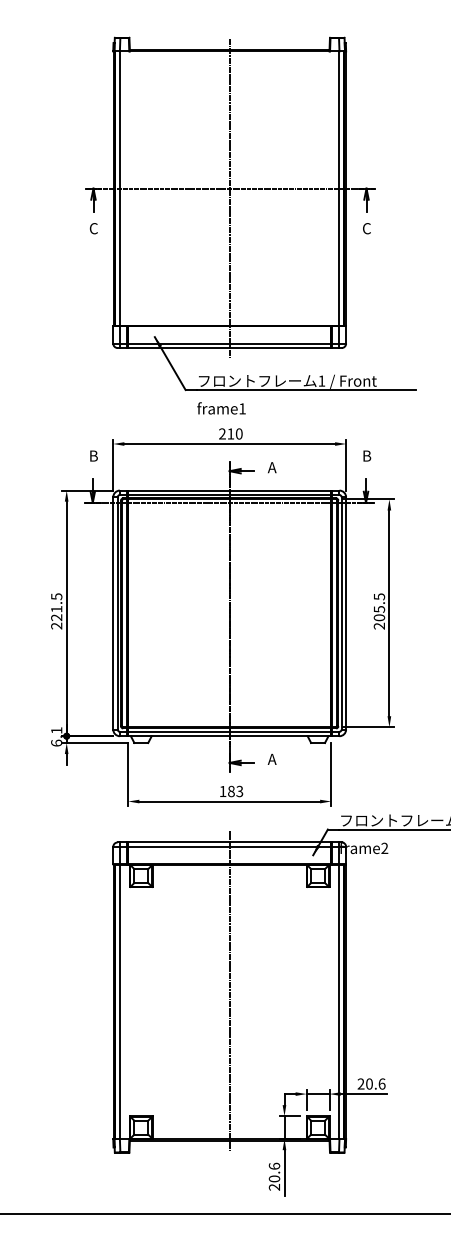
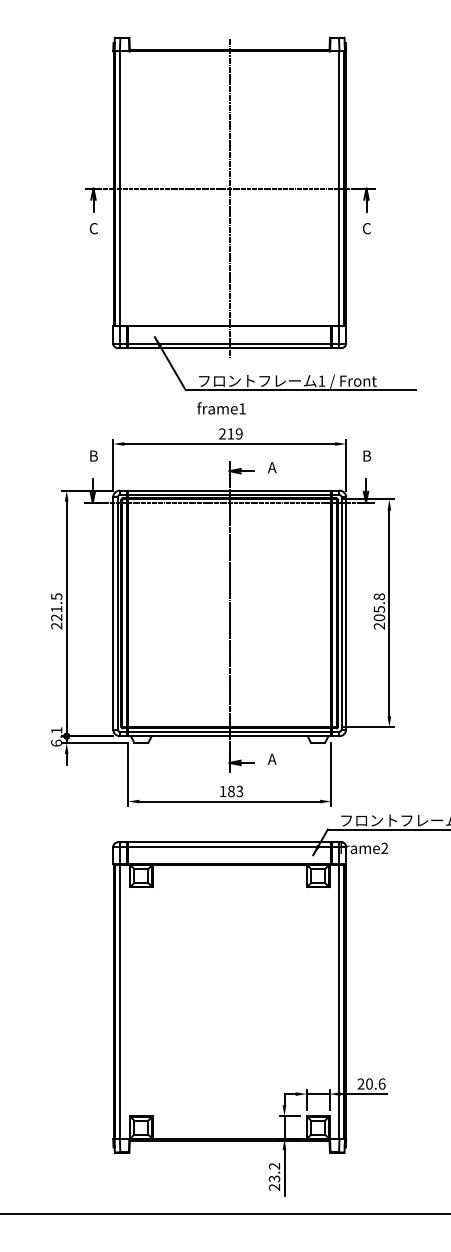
text at (238, 433): 210 -> 219
text at (378, 596): 205.5 -> 205.8
line at (229, 991): present -> none
text at (274, 1172): 20.6 -> 23.2
